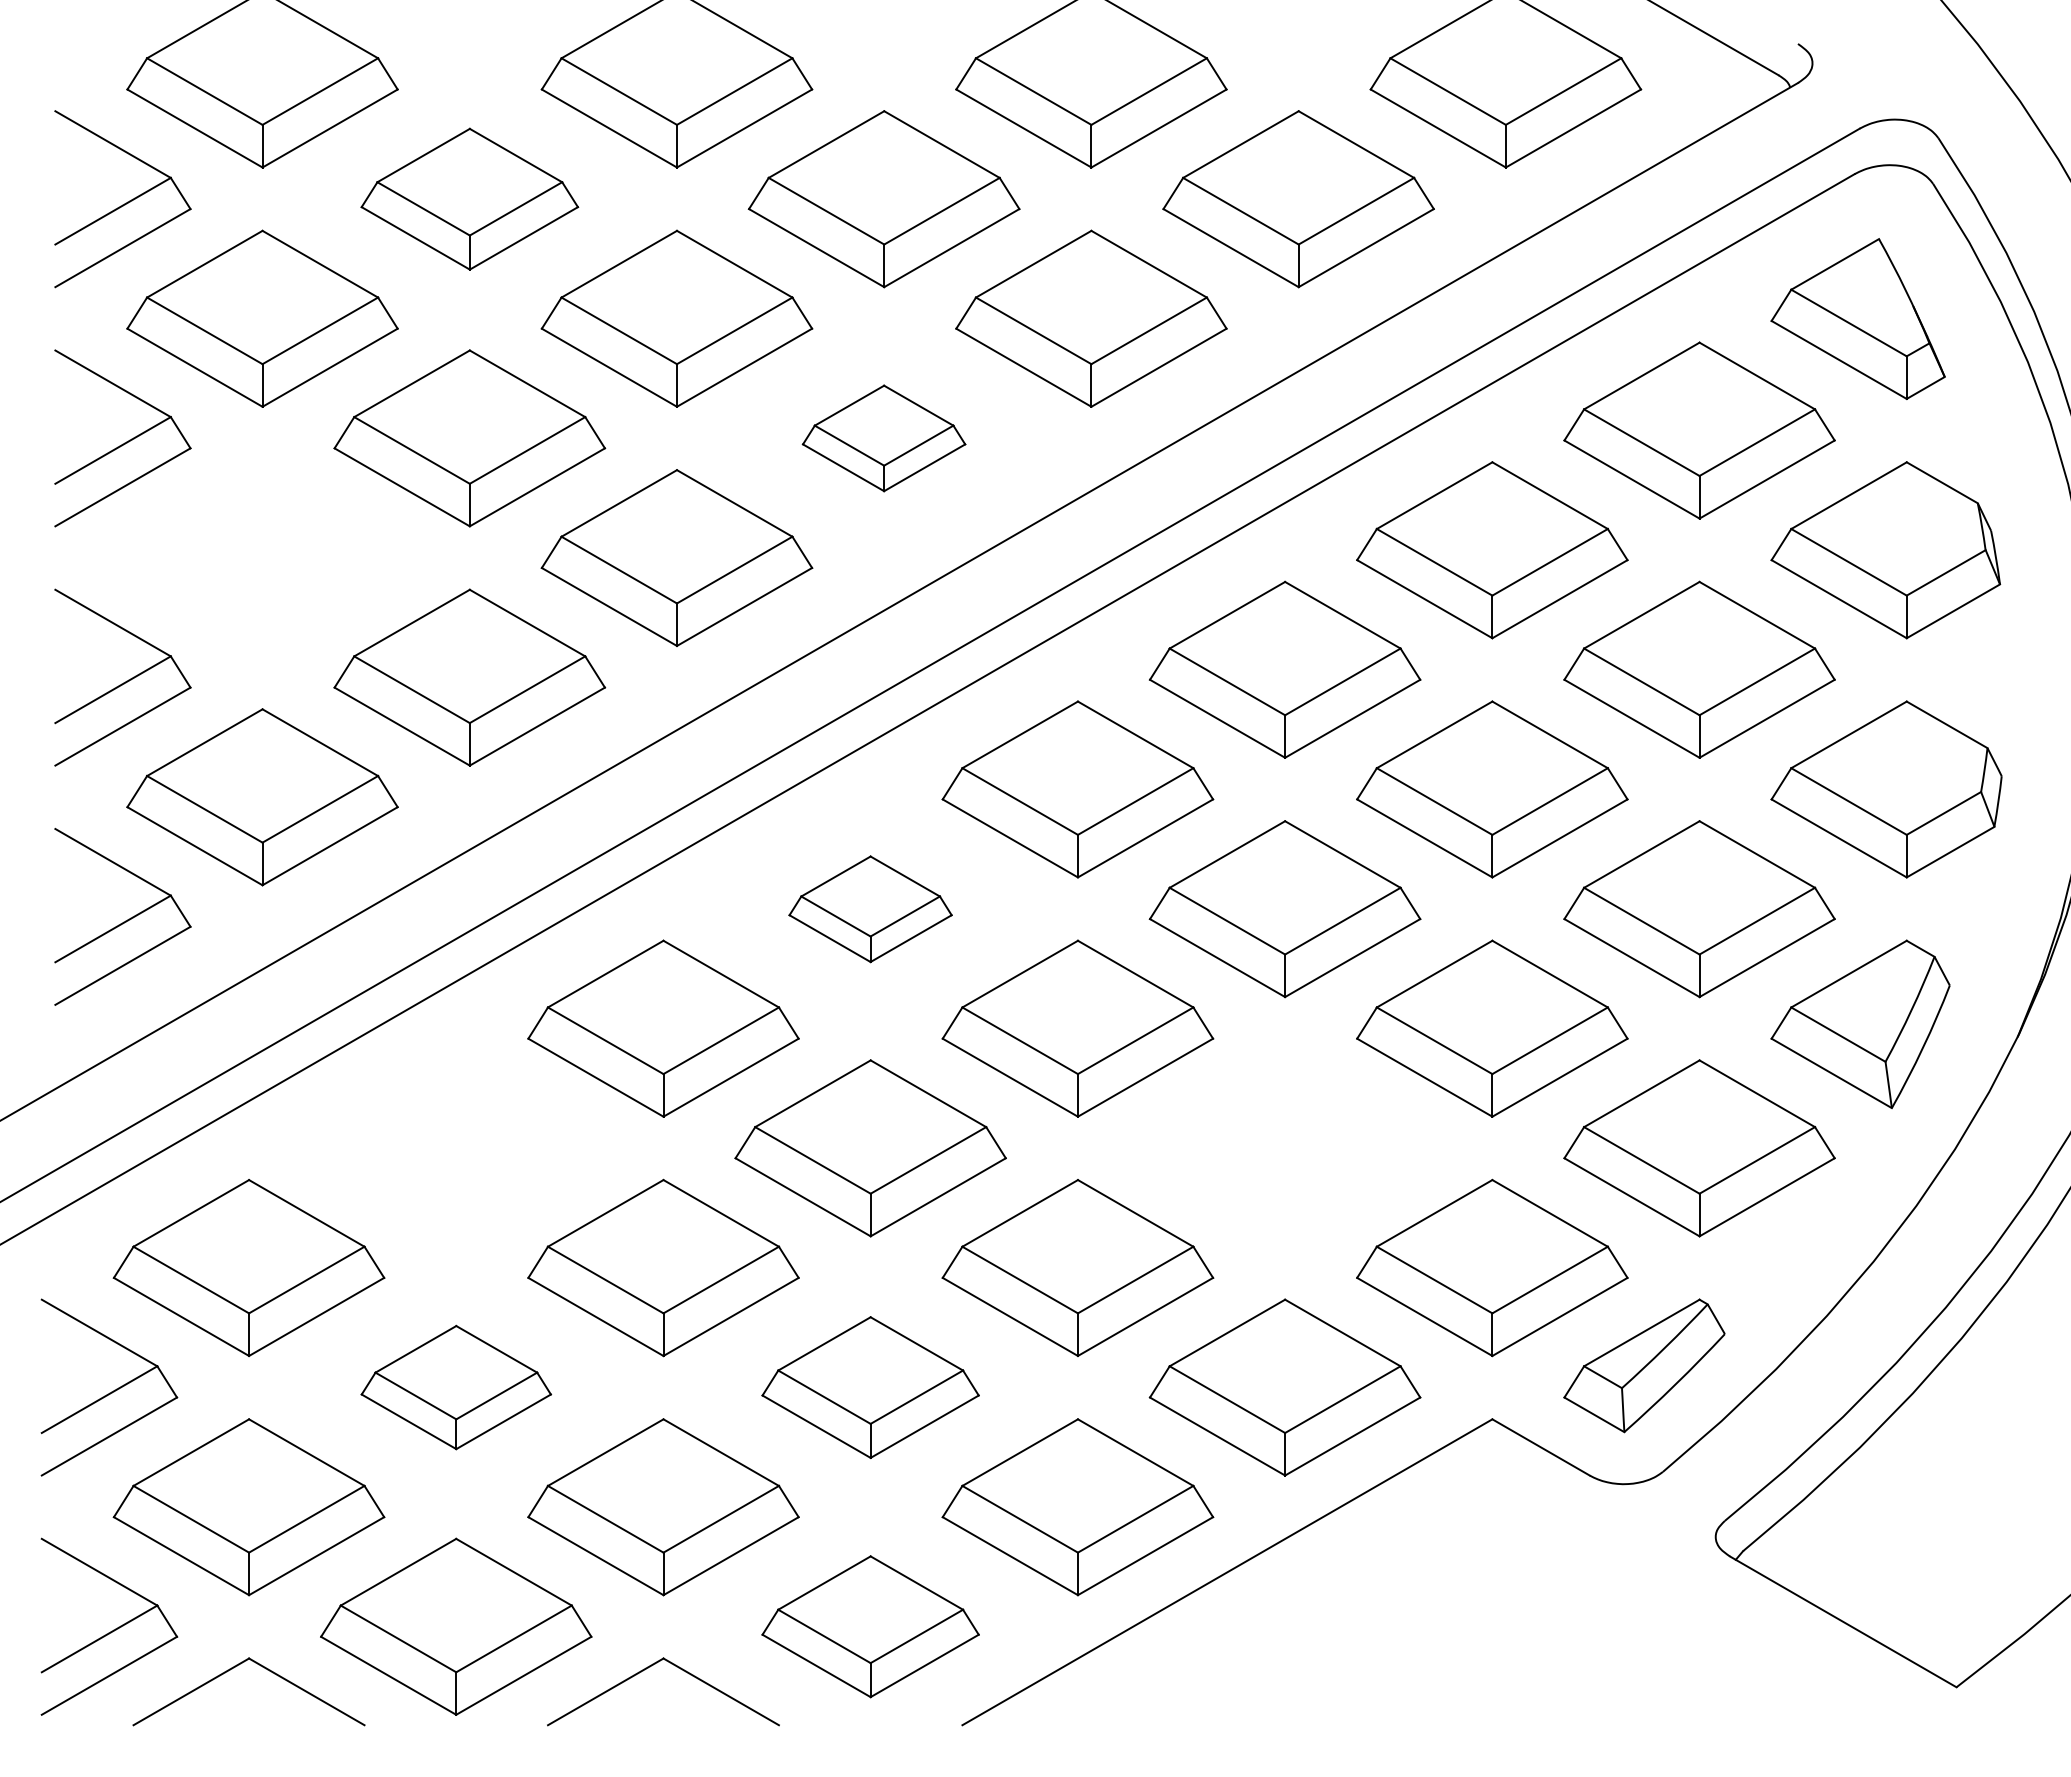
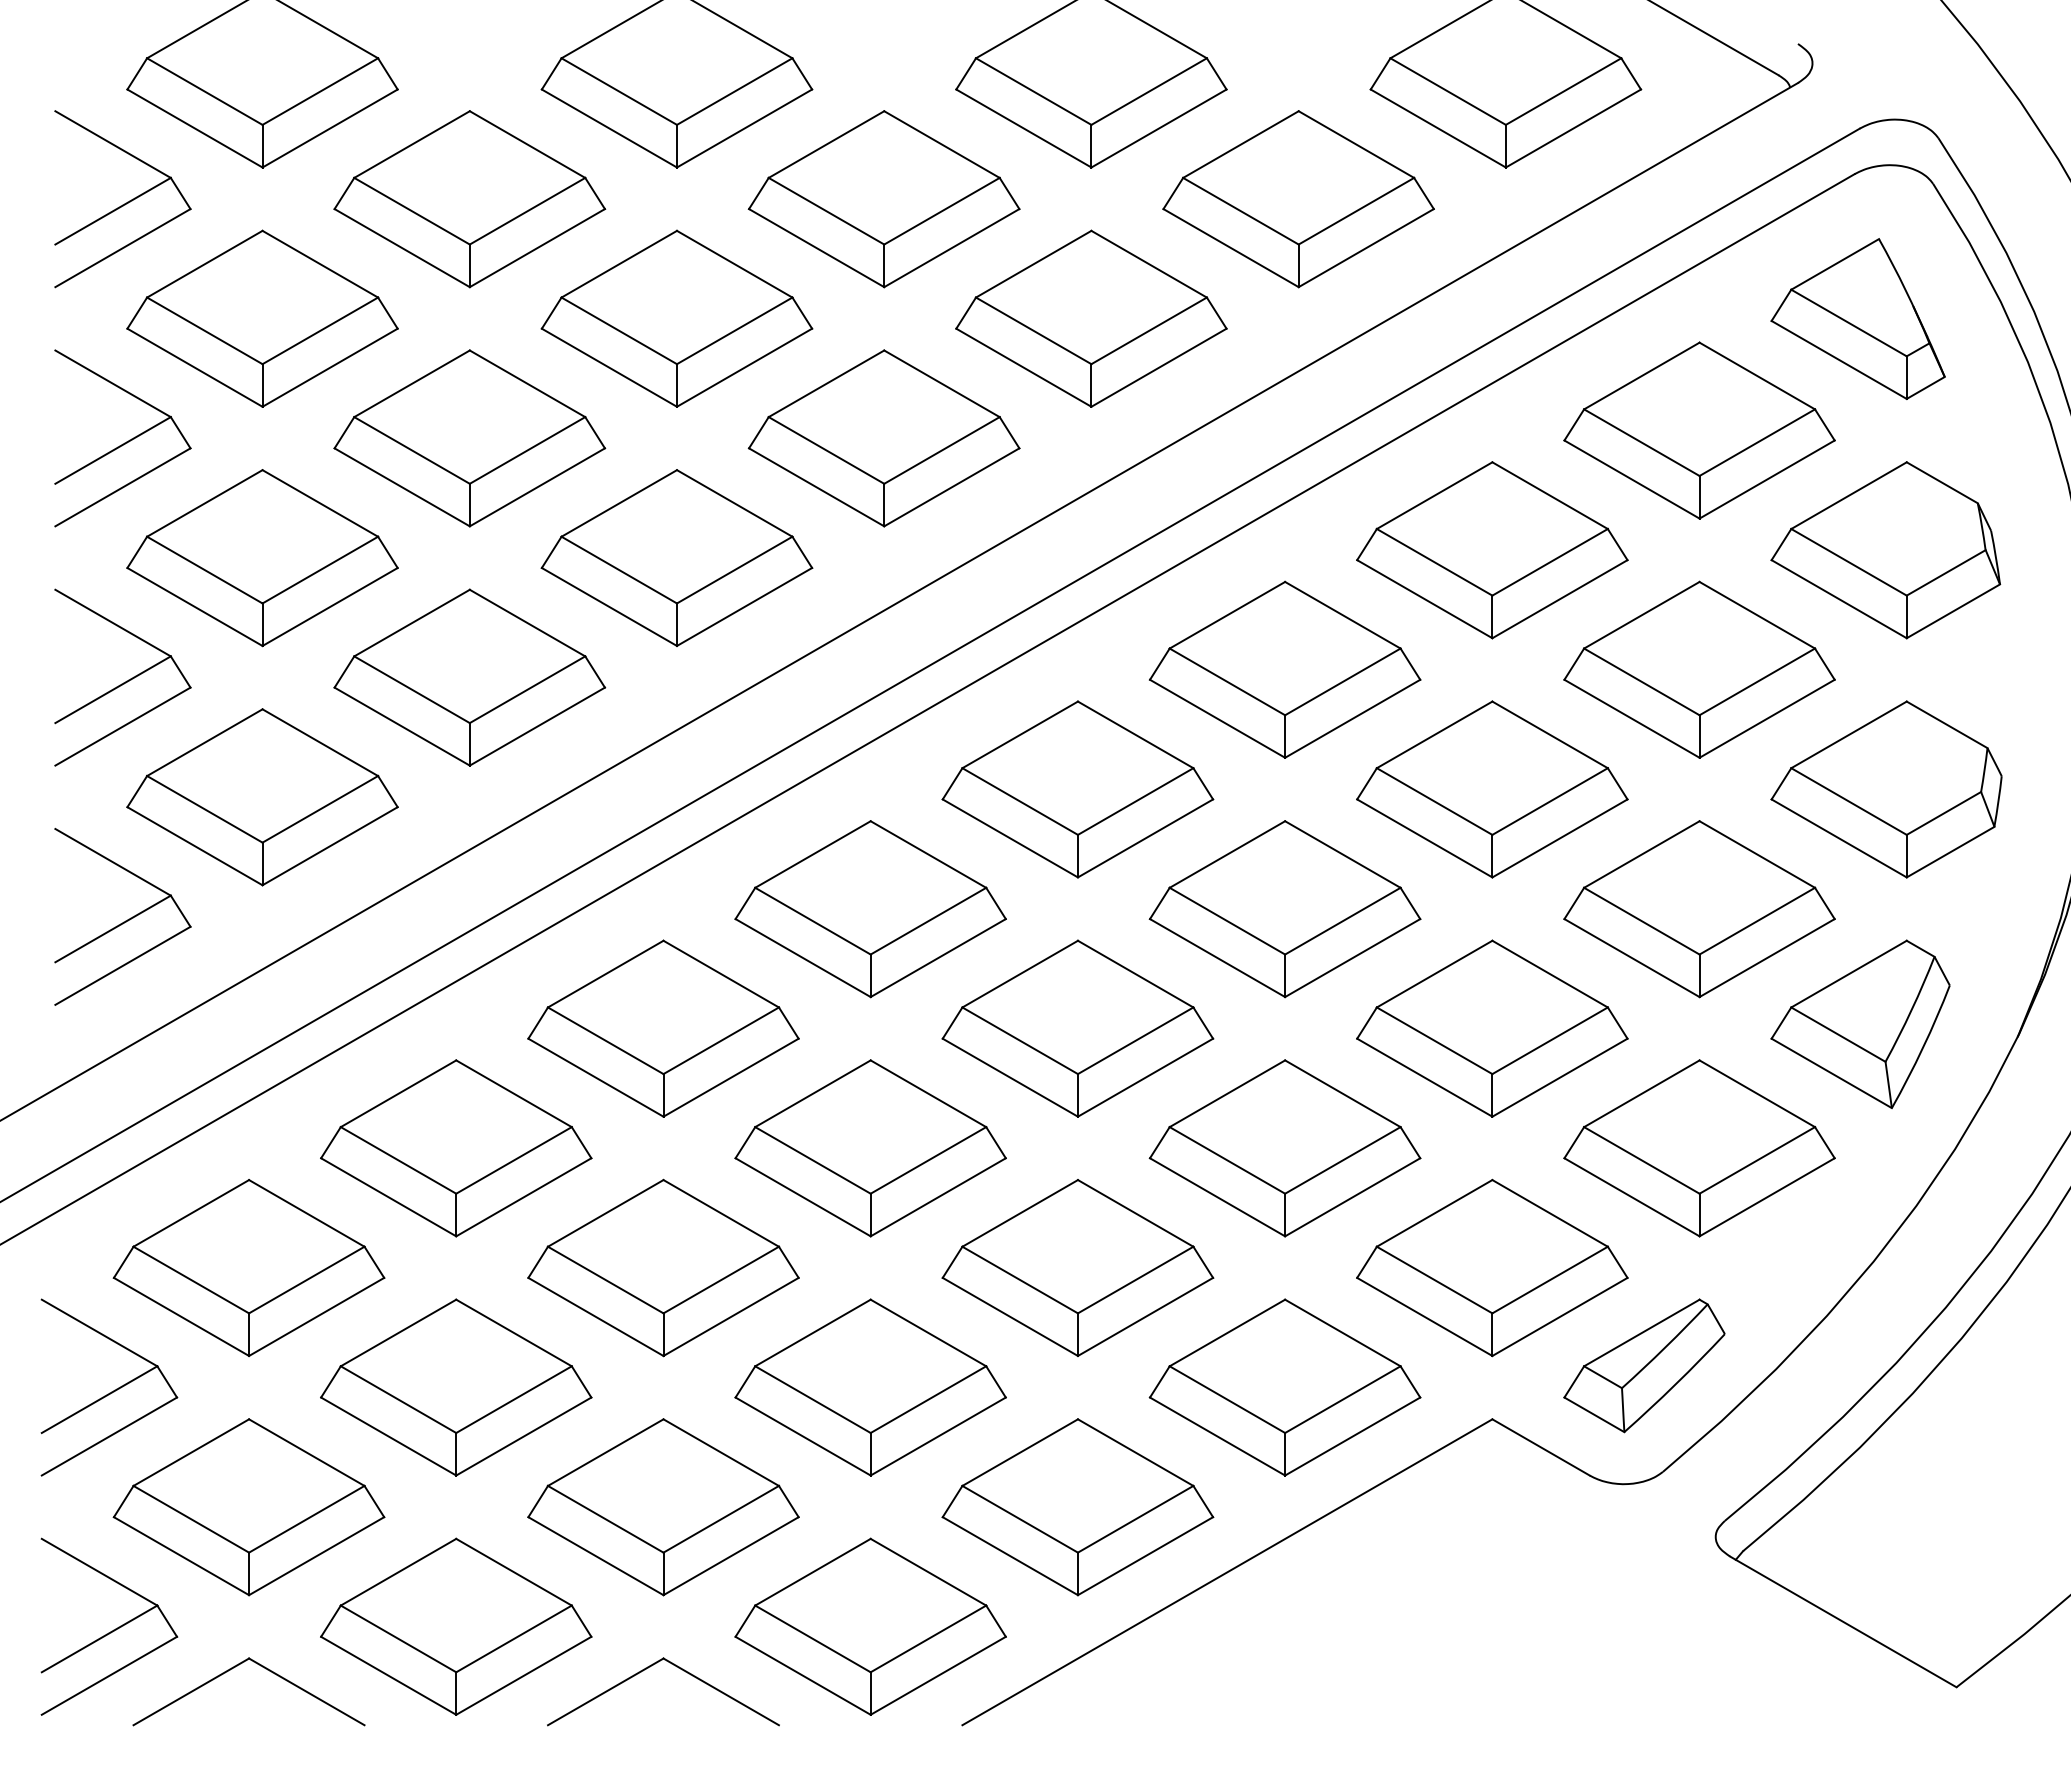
part at (469, 198) size: 220x144 px -> 274x179 px
part at (883, 438) size: 166x109 px -> 274x179 px
part at (262, 558): none -> present
part at (870, 909) size: 165x109 px -> 273x179 px
part at (456, 1148): none -> present
part at (1284, 1148): none -> present
part at (456, 1387) size: 193x127 px -> 273x179 px
part at (870, 1387) size: 219x143 px -> 273x179 px
part at (870, 1626) size: 219x144 px -> 273x179 px
